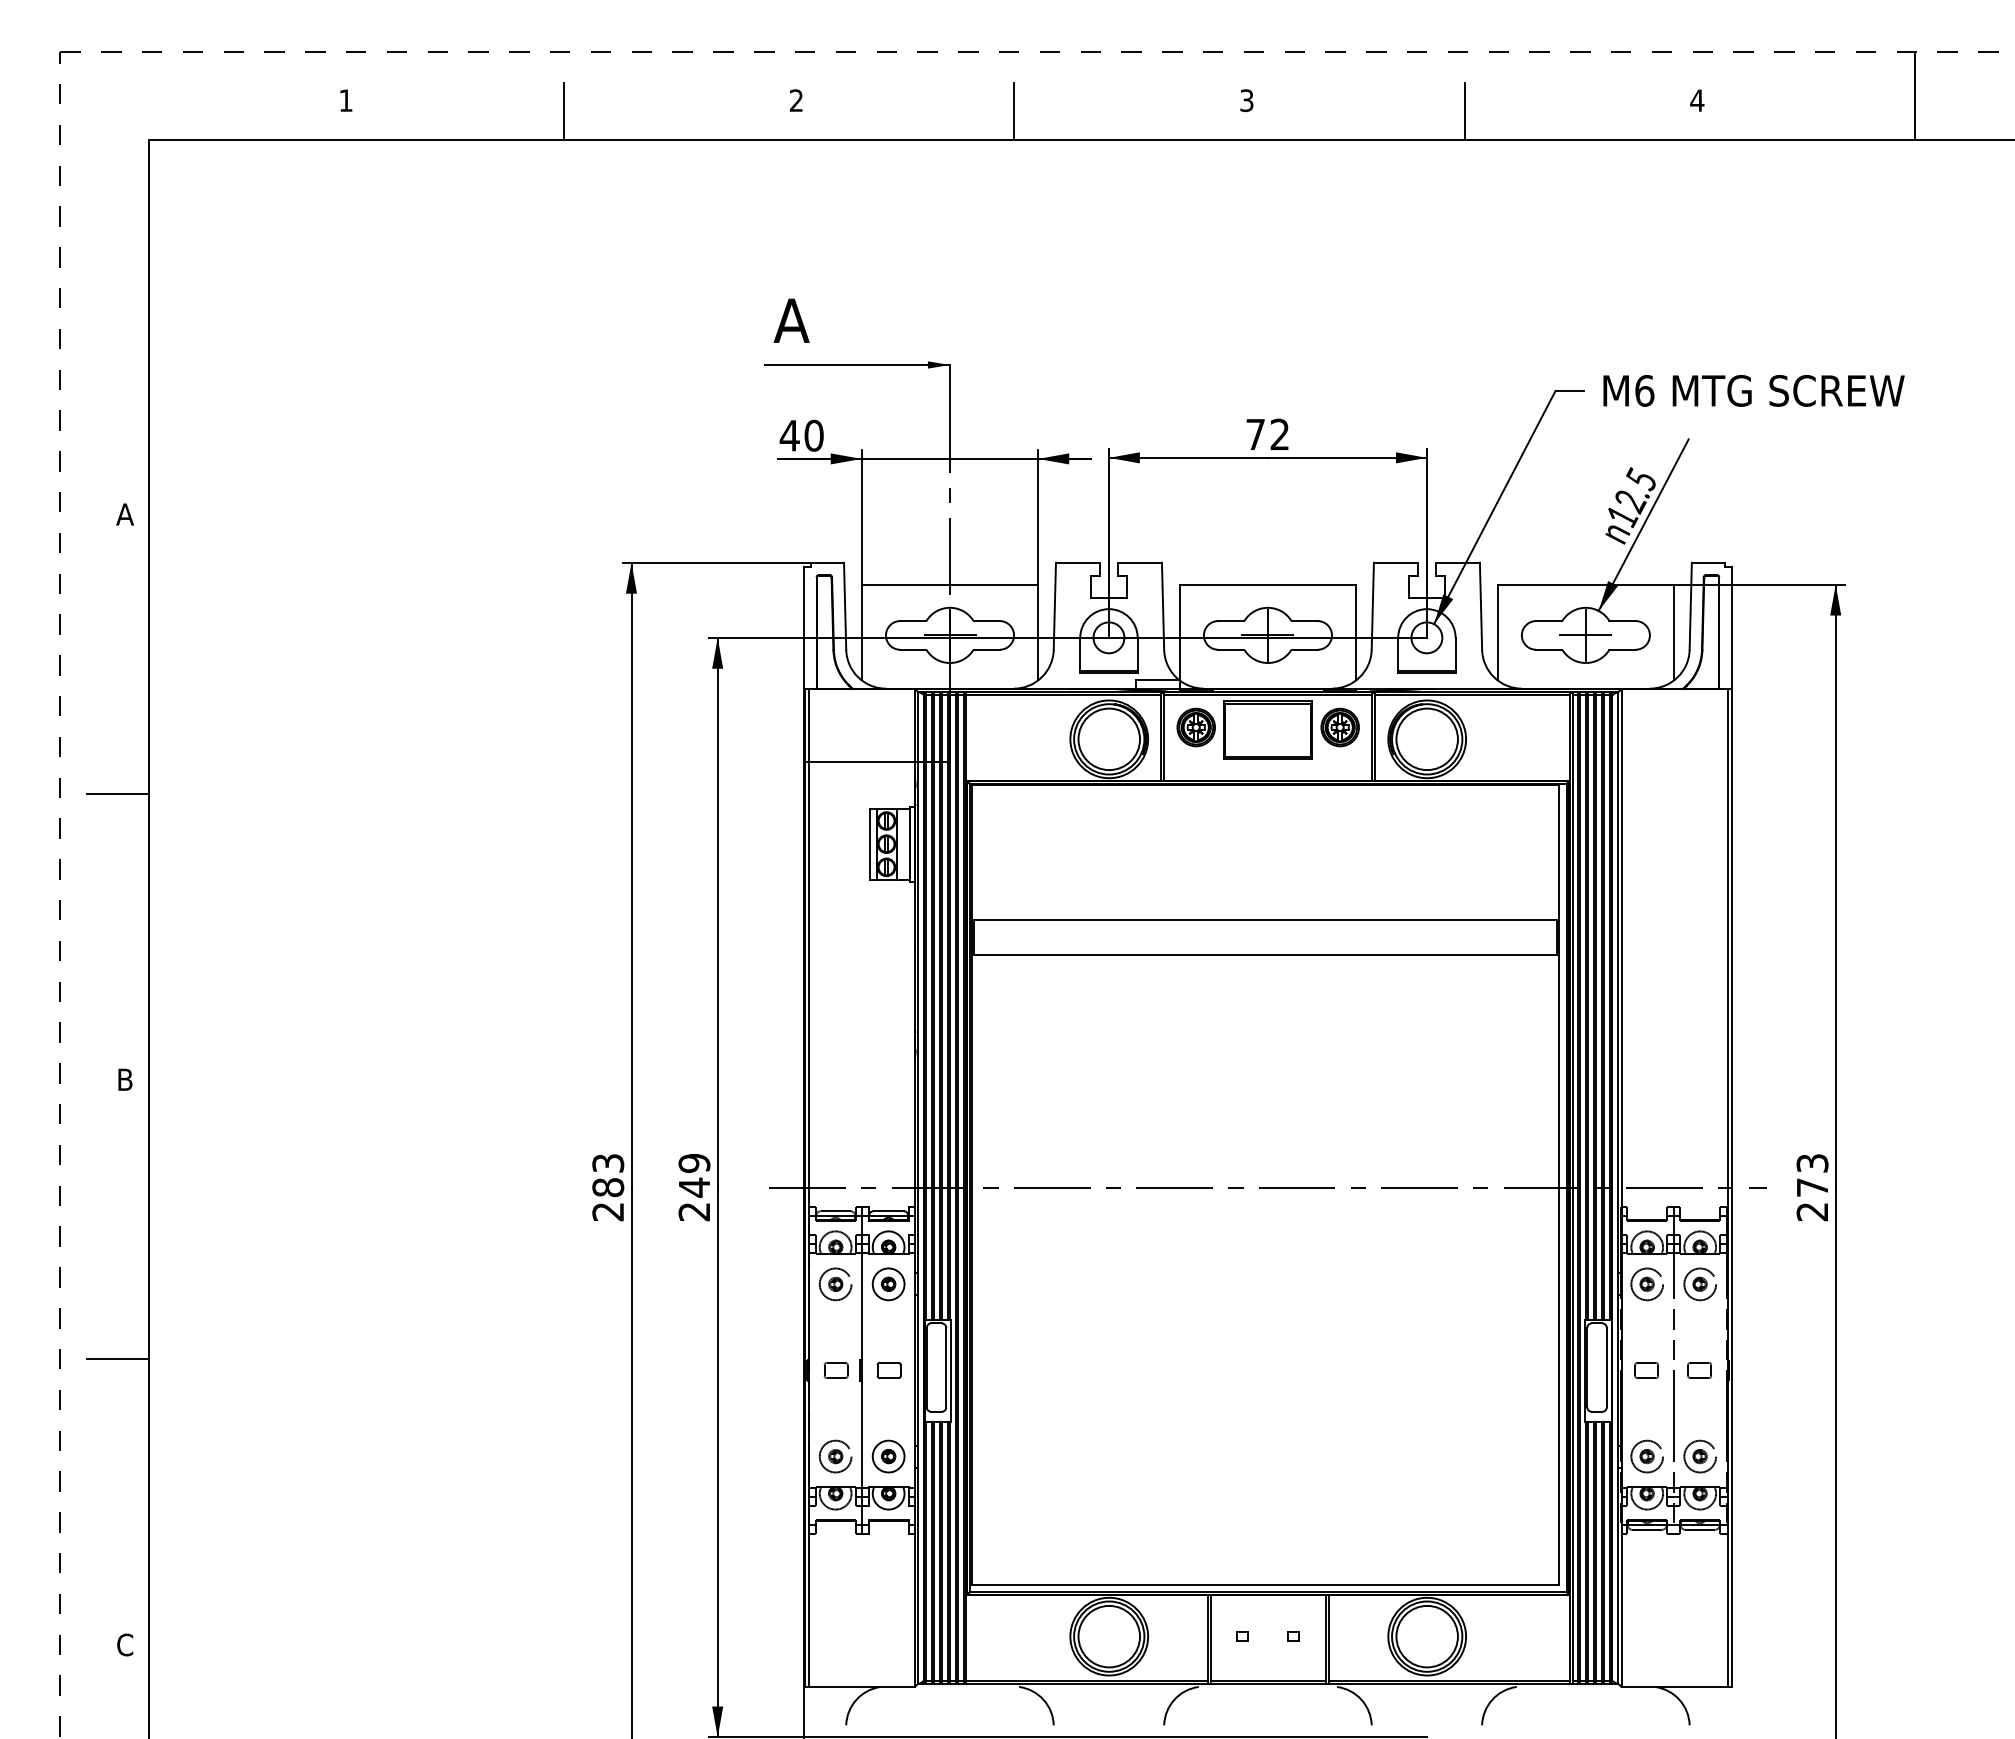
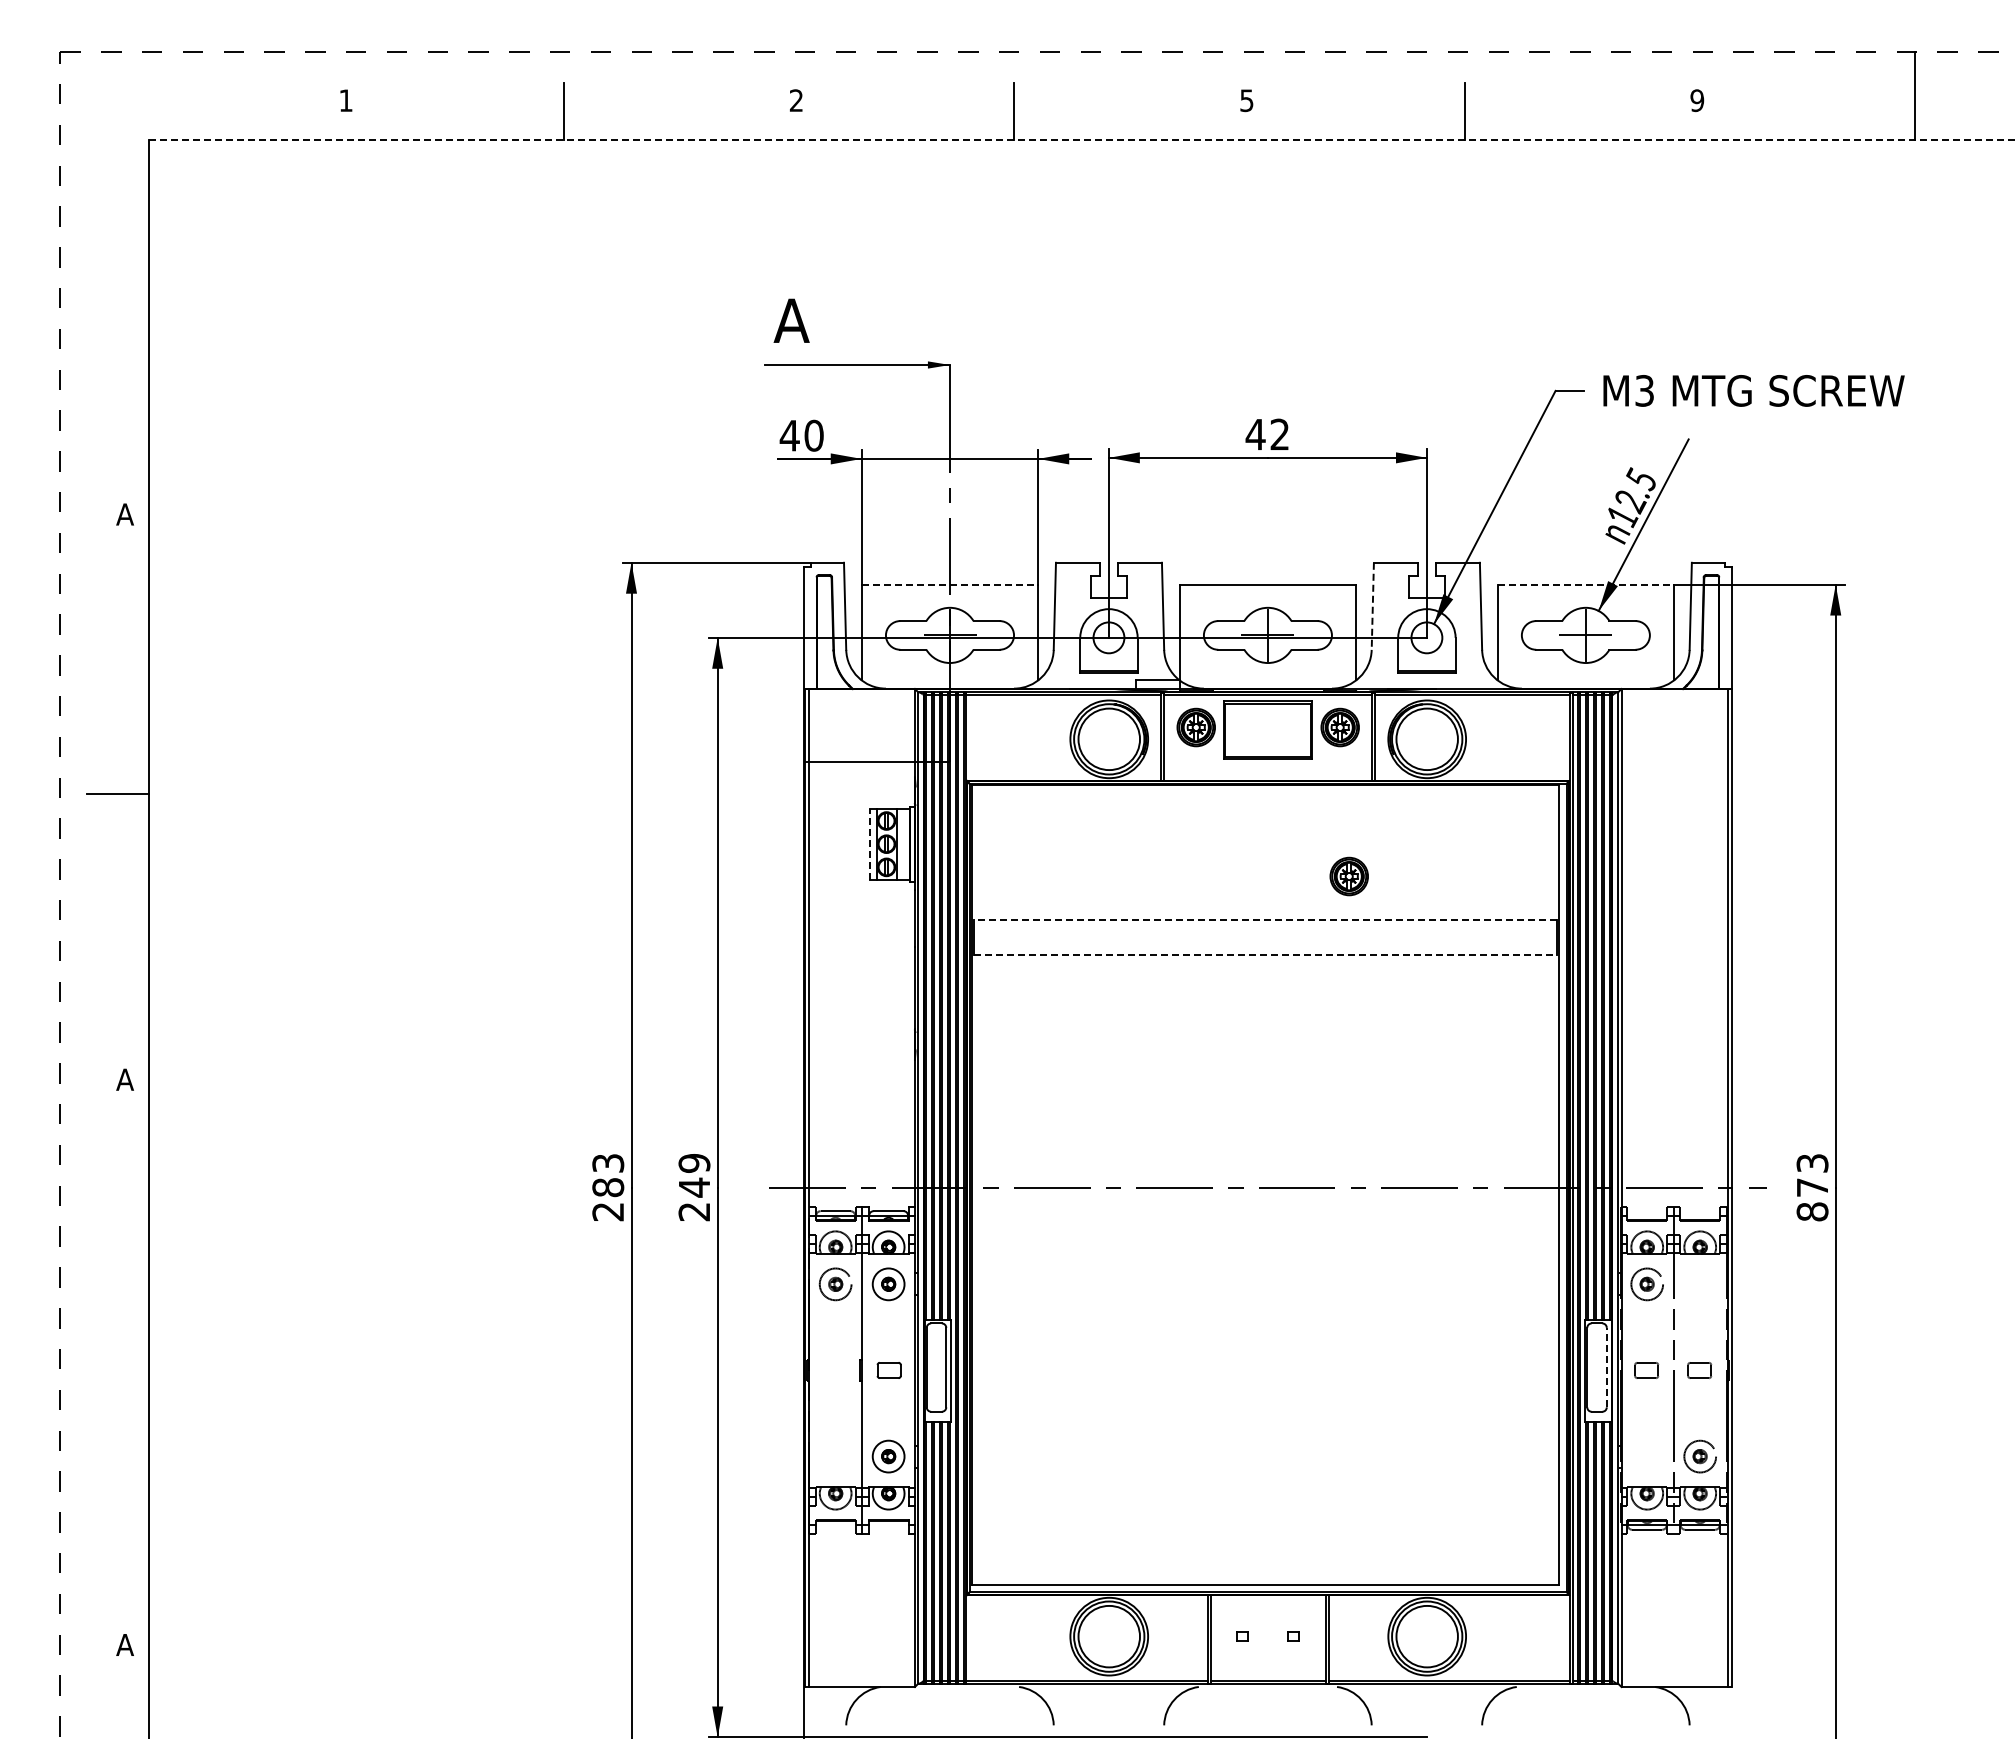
text at (1247, 100): 3 -> 5
text at (1697, 100): 4 -> 9
line at (1081, 140): solid -> dashed
text at (1644, 390): M6 -> M3
text at (1255, 434): 72 -> 42
line at (950, 584): solid -> dashed
line at (1586, 584): solid -> dashed
line at (1372, 606): solid -> dashed
line at (870, 843): solid -> dashed
part at (1348, 876): none -> present
line at (1264, 919): solid -> dashed
line at (1265, 955): solid -> dashed
text at (124, 1079): B -> A
text at (1812, 1211): 273 -> 873
part at (1699, 1284): present -> none
line at (117, 1359): present -> none
line at (1606, 1367): solid -> dashed
part at (835, 1370): present -> none
part at (835, 1456): present -> none
part at (1646, 1456): present -> none
text at (124, 1644): C -> A
